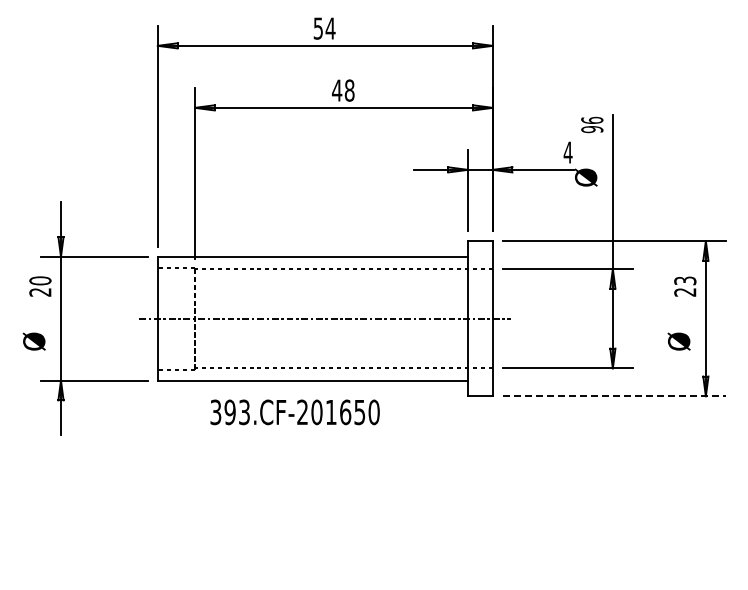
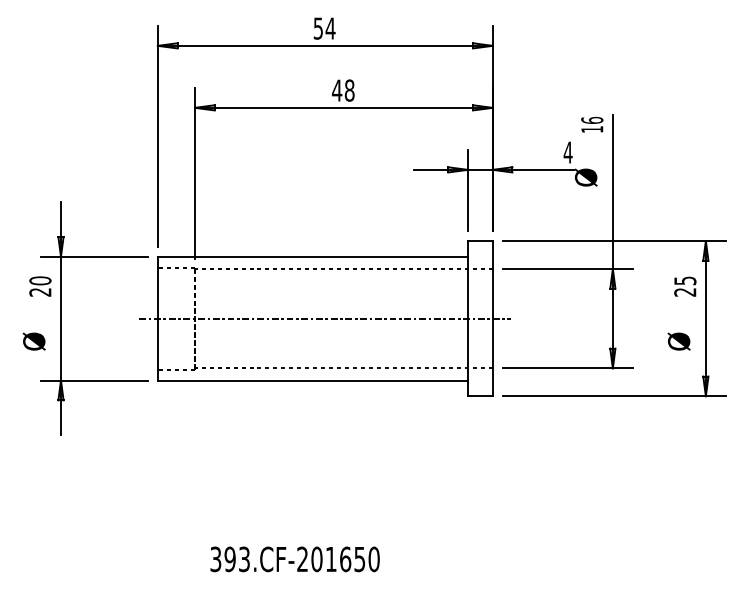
text at (592, 129): 96 -> 16
text at (684, 280): 23 -> 25
line at (614, 396): dashed -> solid
text at (294, 412) position: (294, 412) -> (294, 559)
